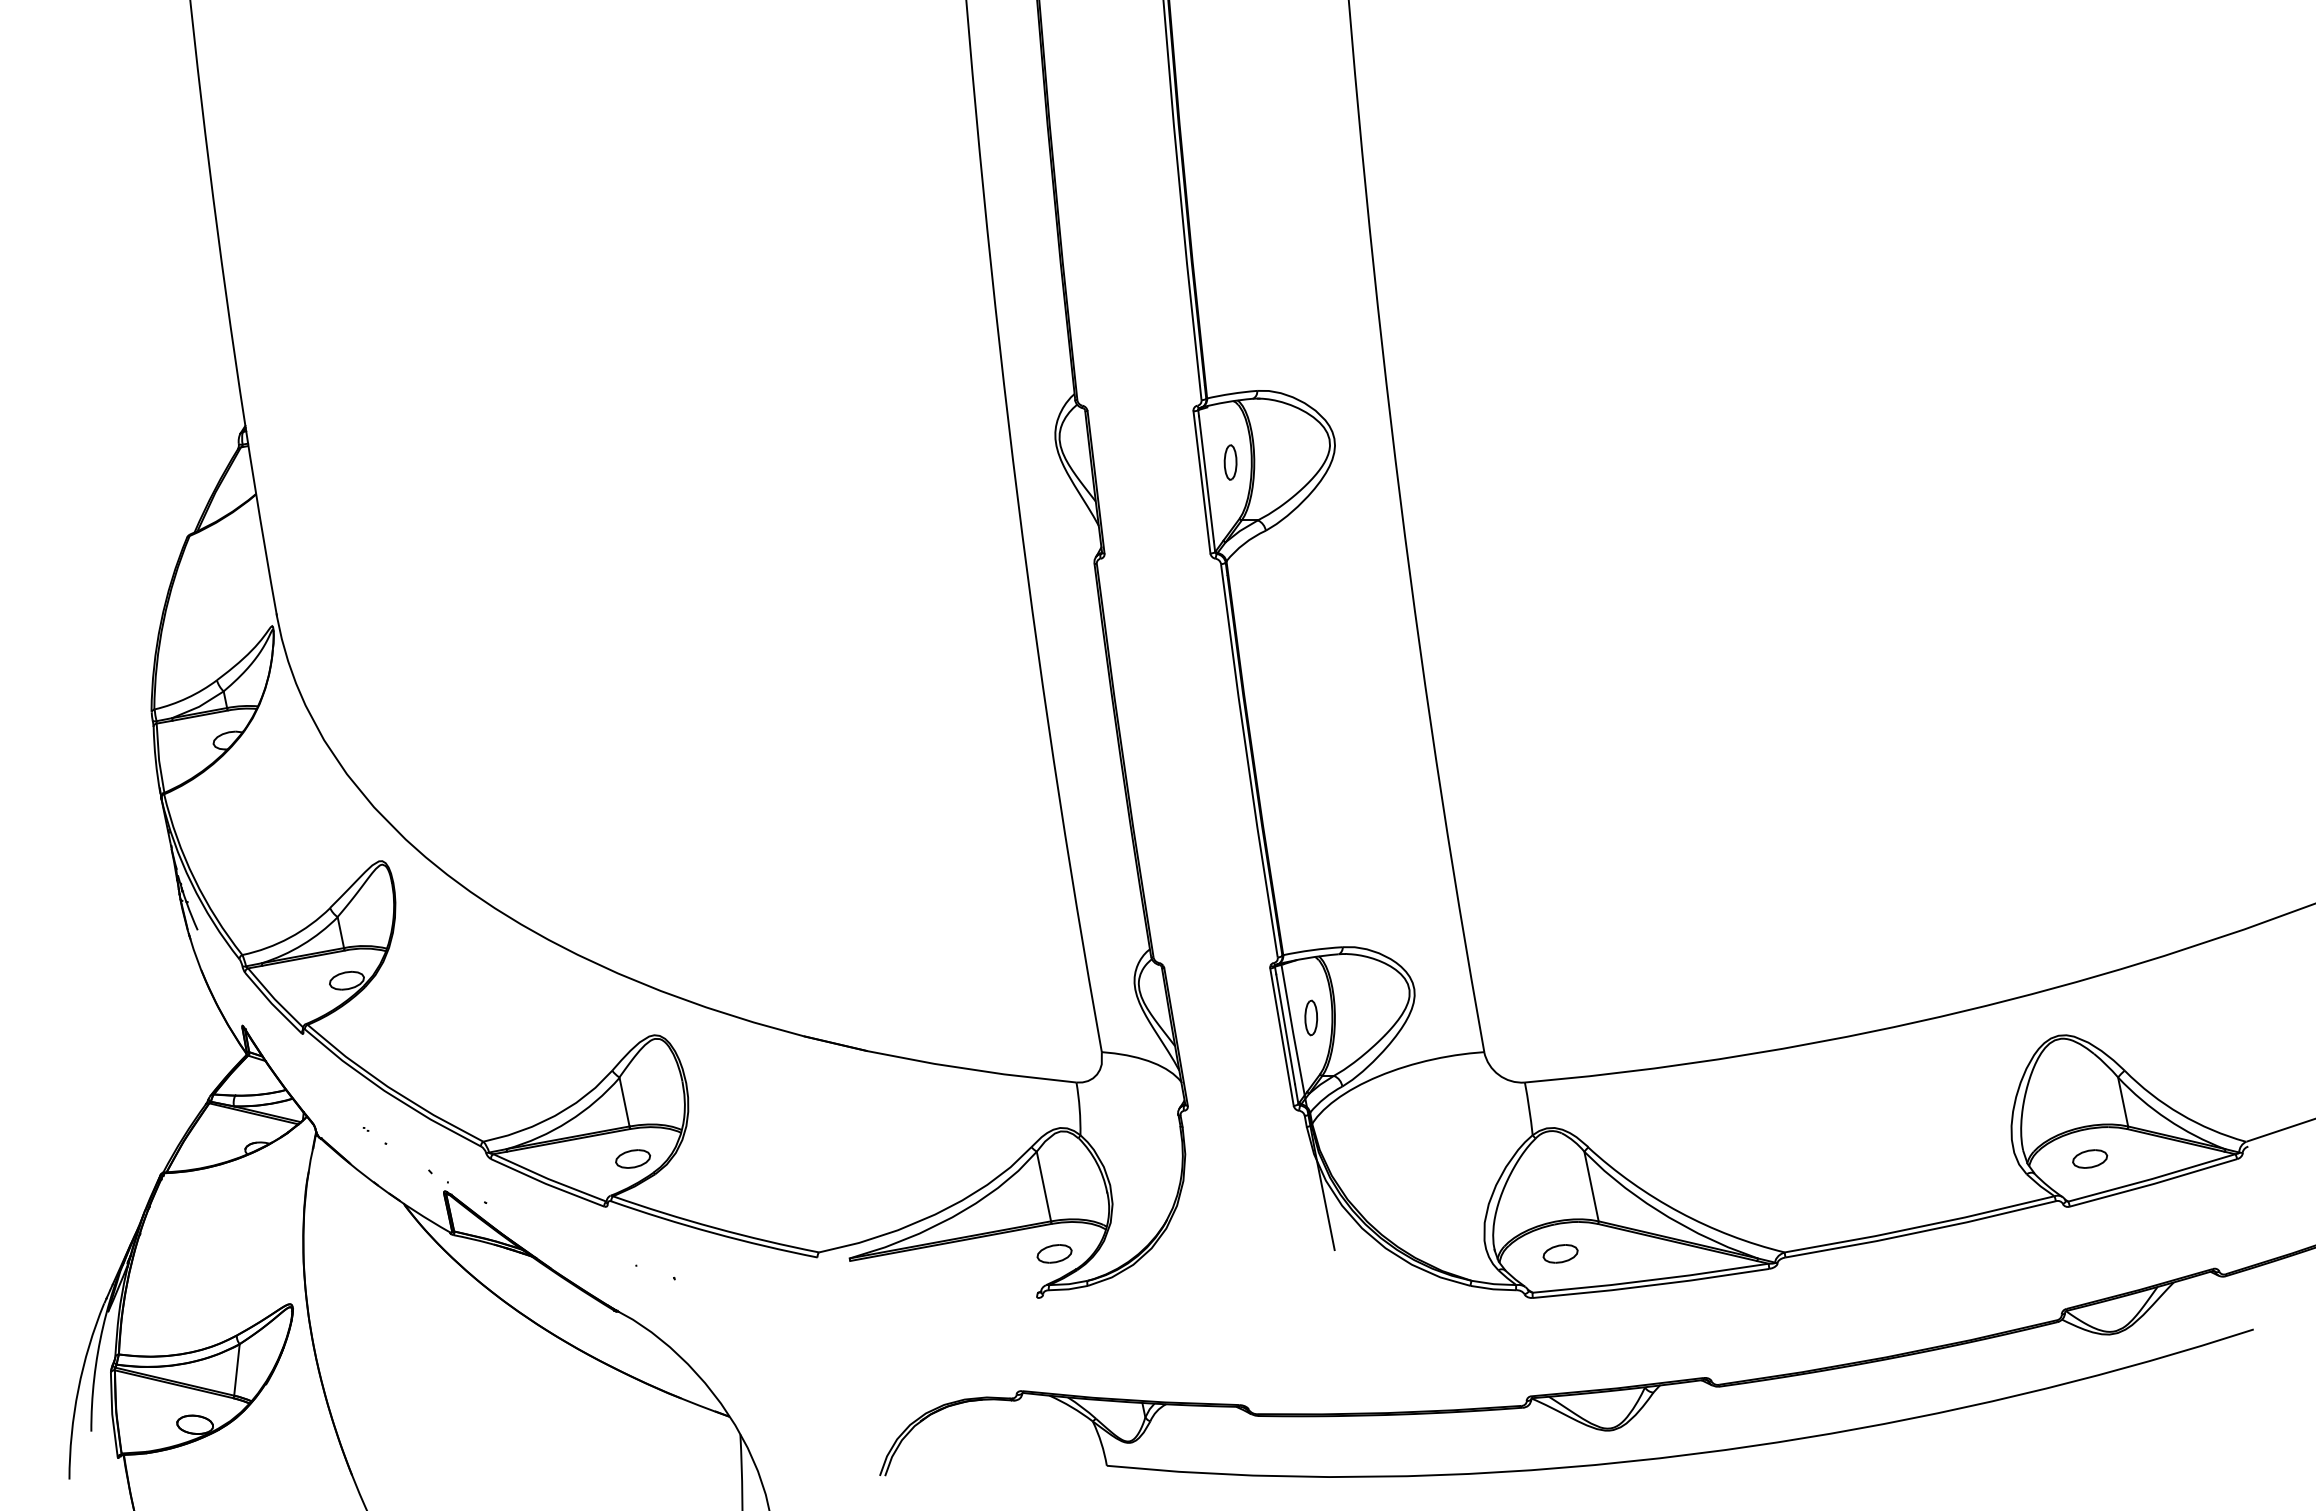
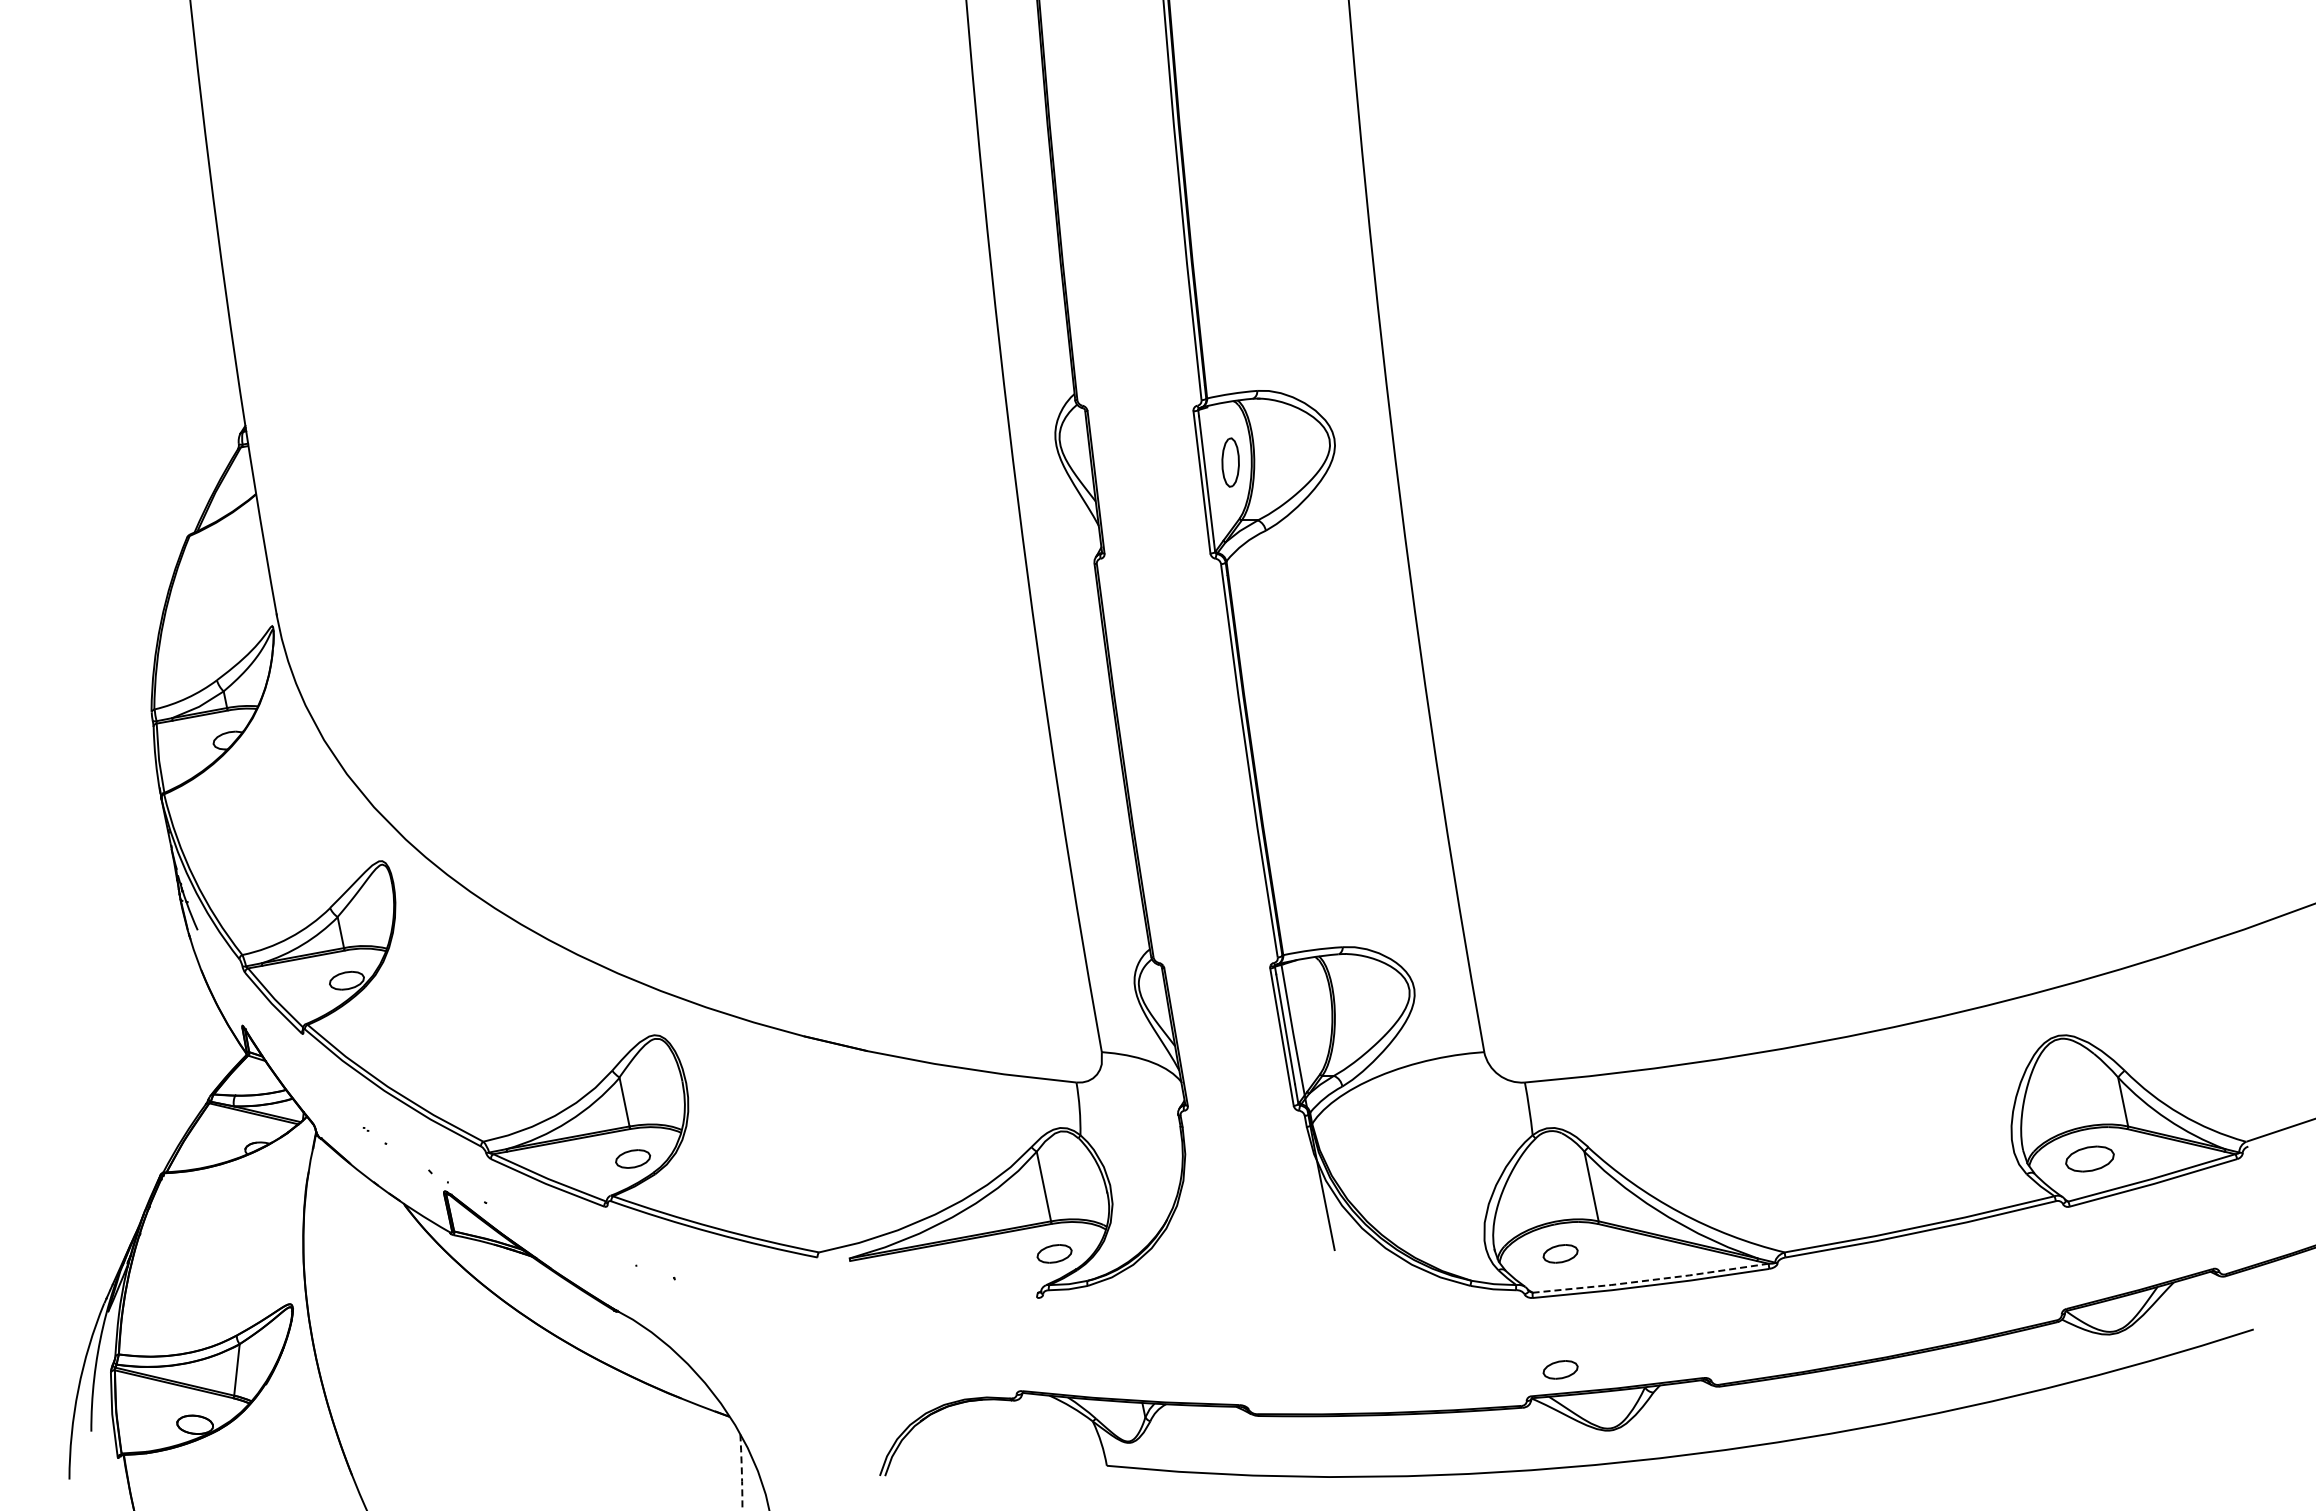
part at (1230, 462) size: 15x37 px -> 19x51 px
part at (1311, 1017): present -> none
part at (2090, 1158) size: 37x20 px -> 50x28 px
line at (1650, 1280): solid -> dashed
part at (1560, 1369): none -> present
arc at (741, 1472): solid -> dashed
